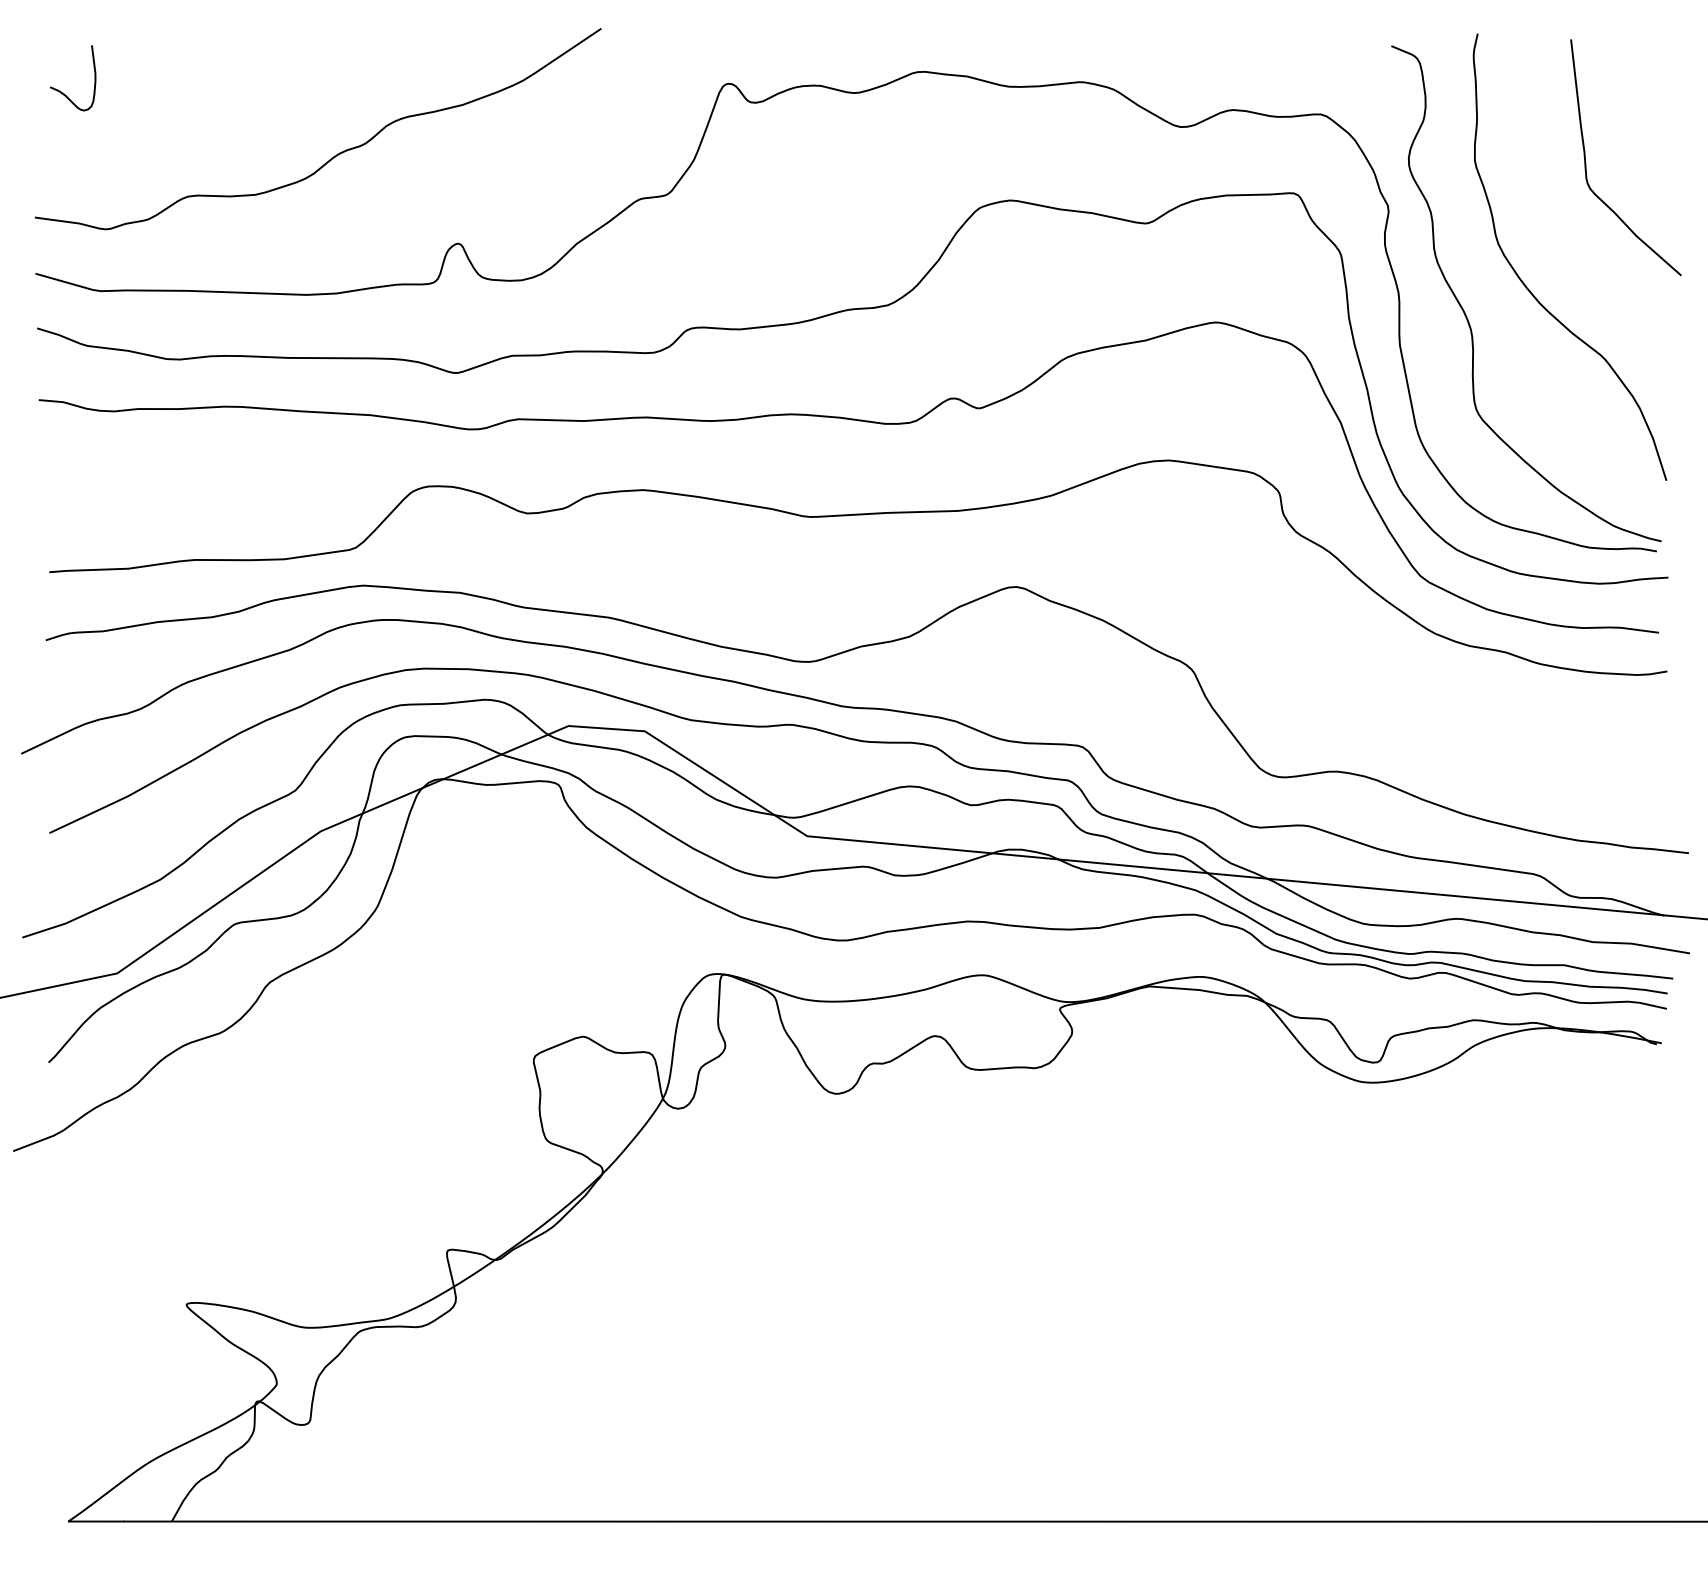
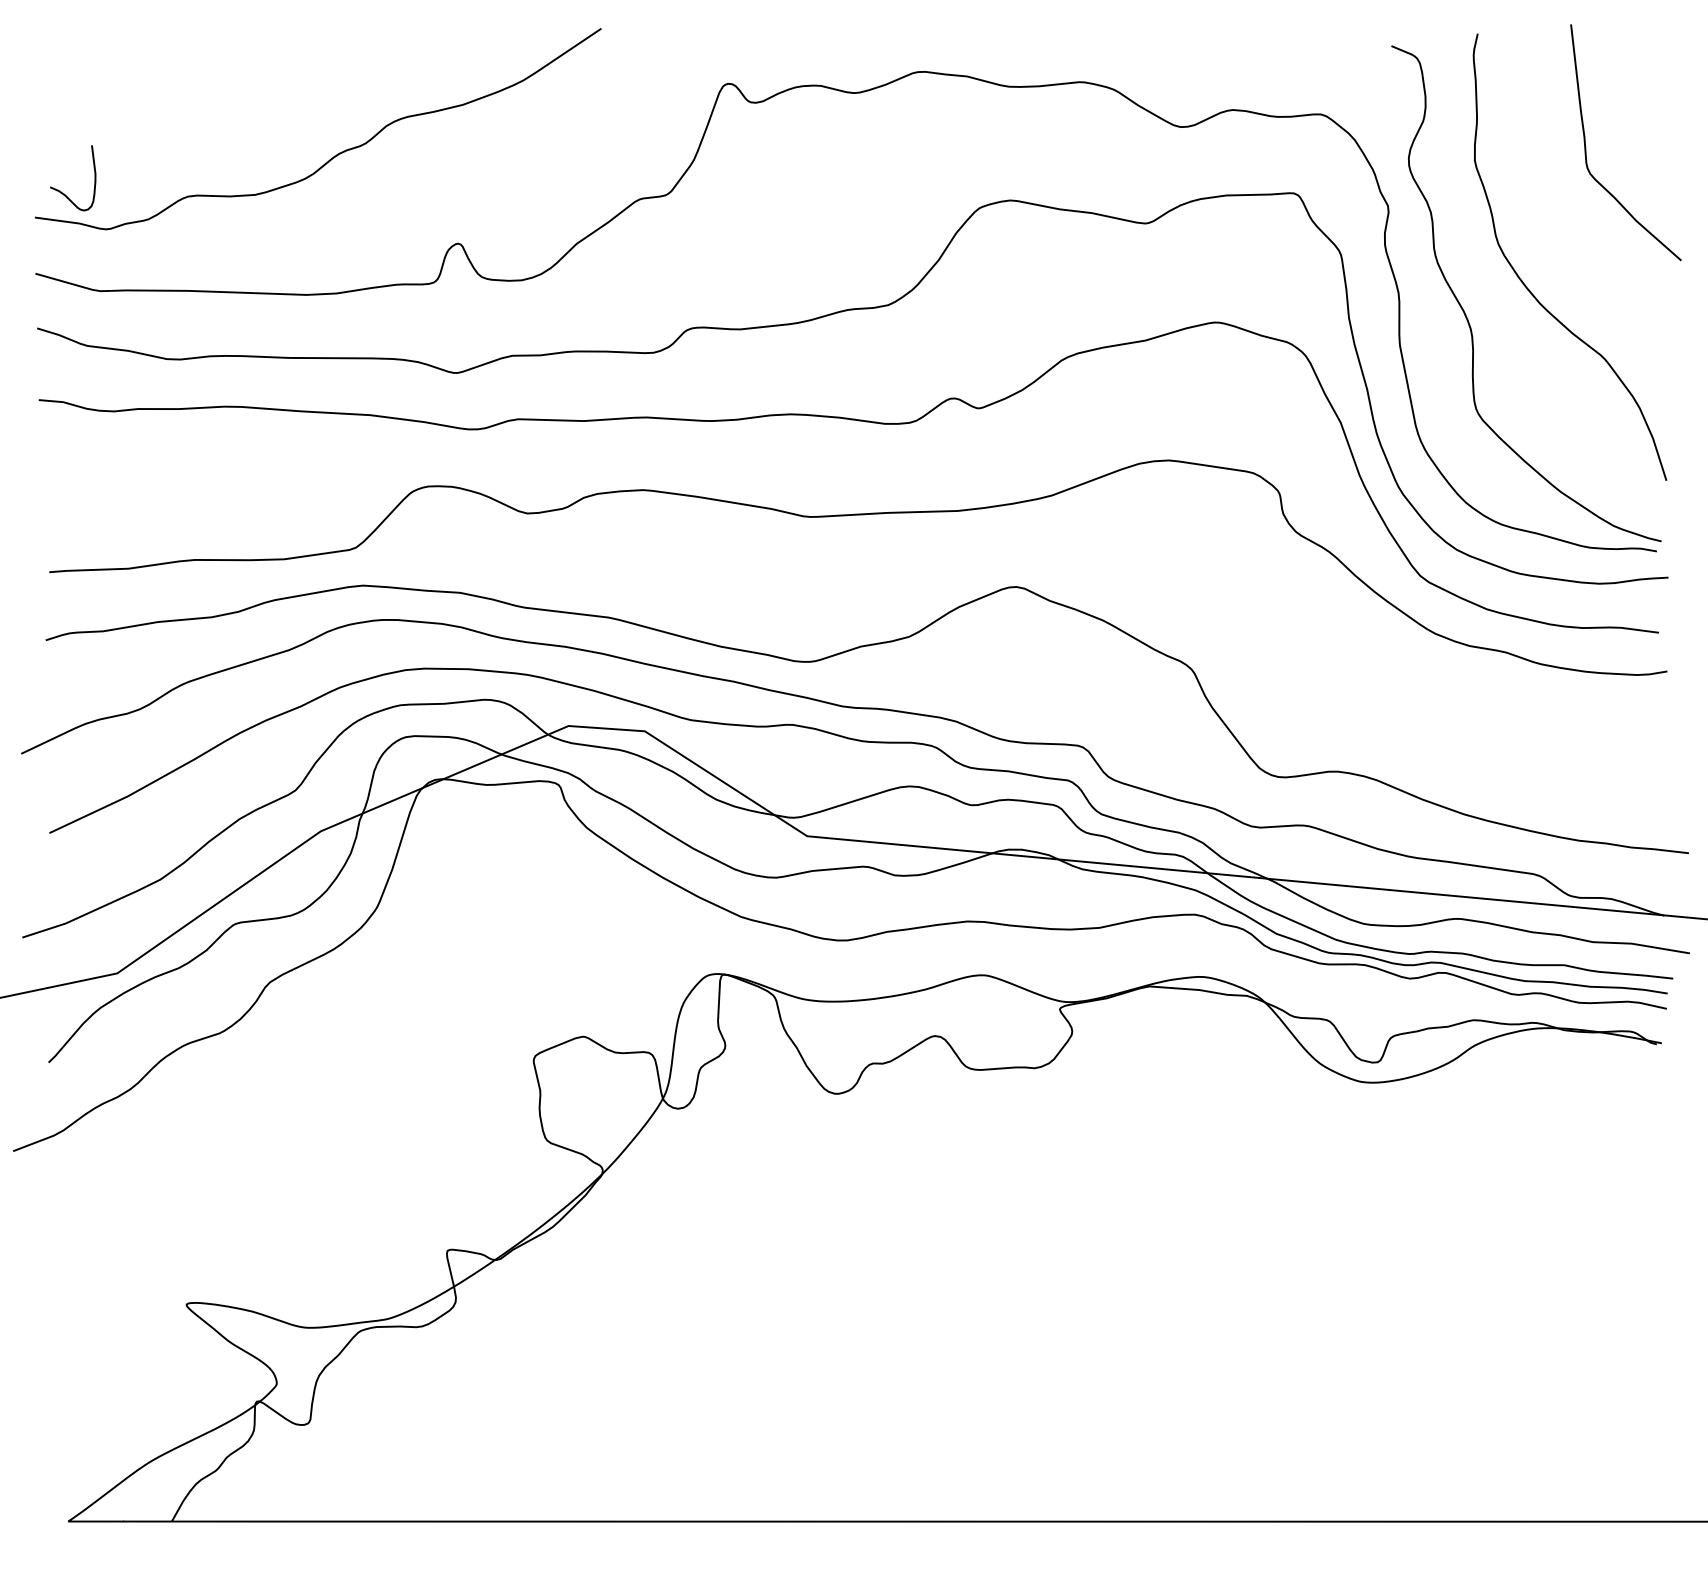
curve at (64, 93) position: (64, 93) -> (64, 193)
curve at (1586, 162) position: (1586, 162) -> (1586, 147)
